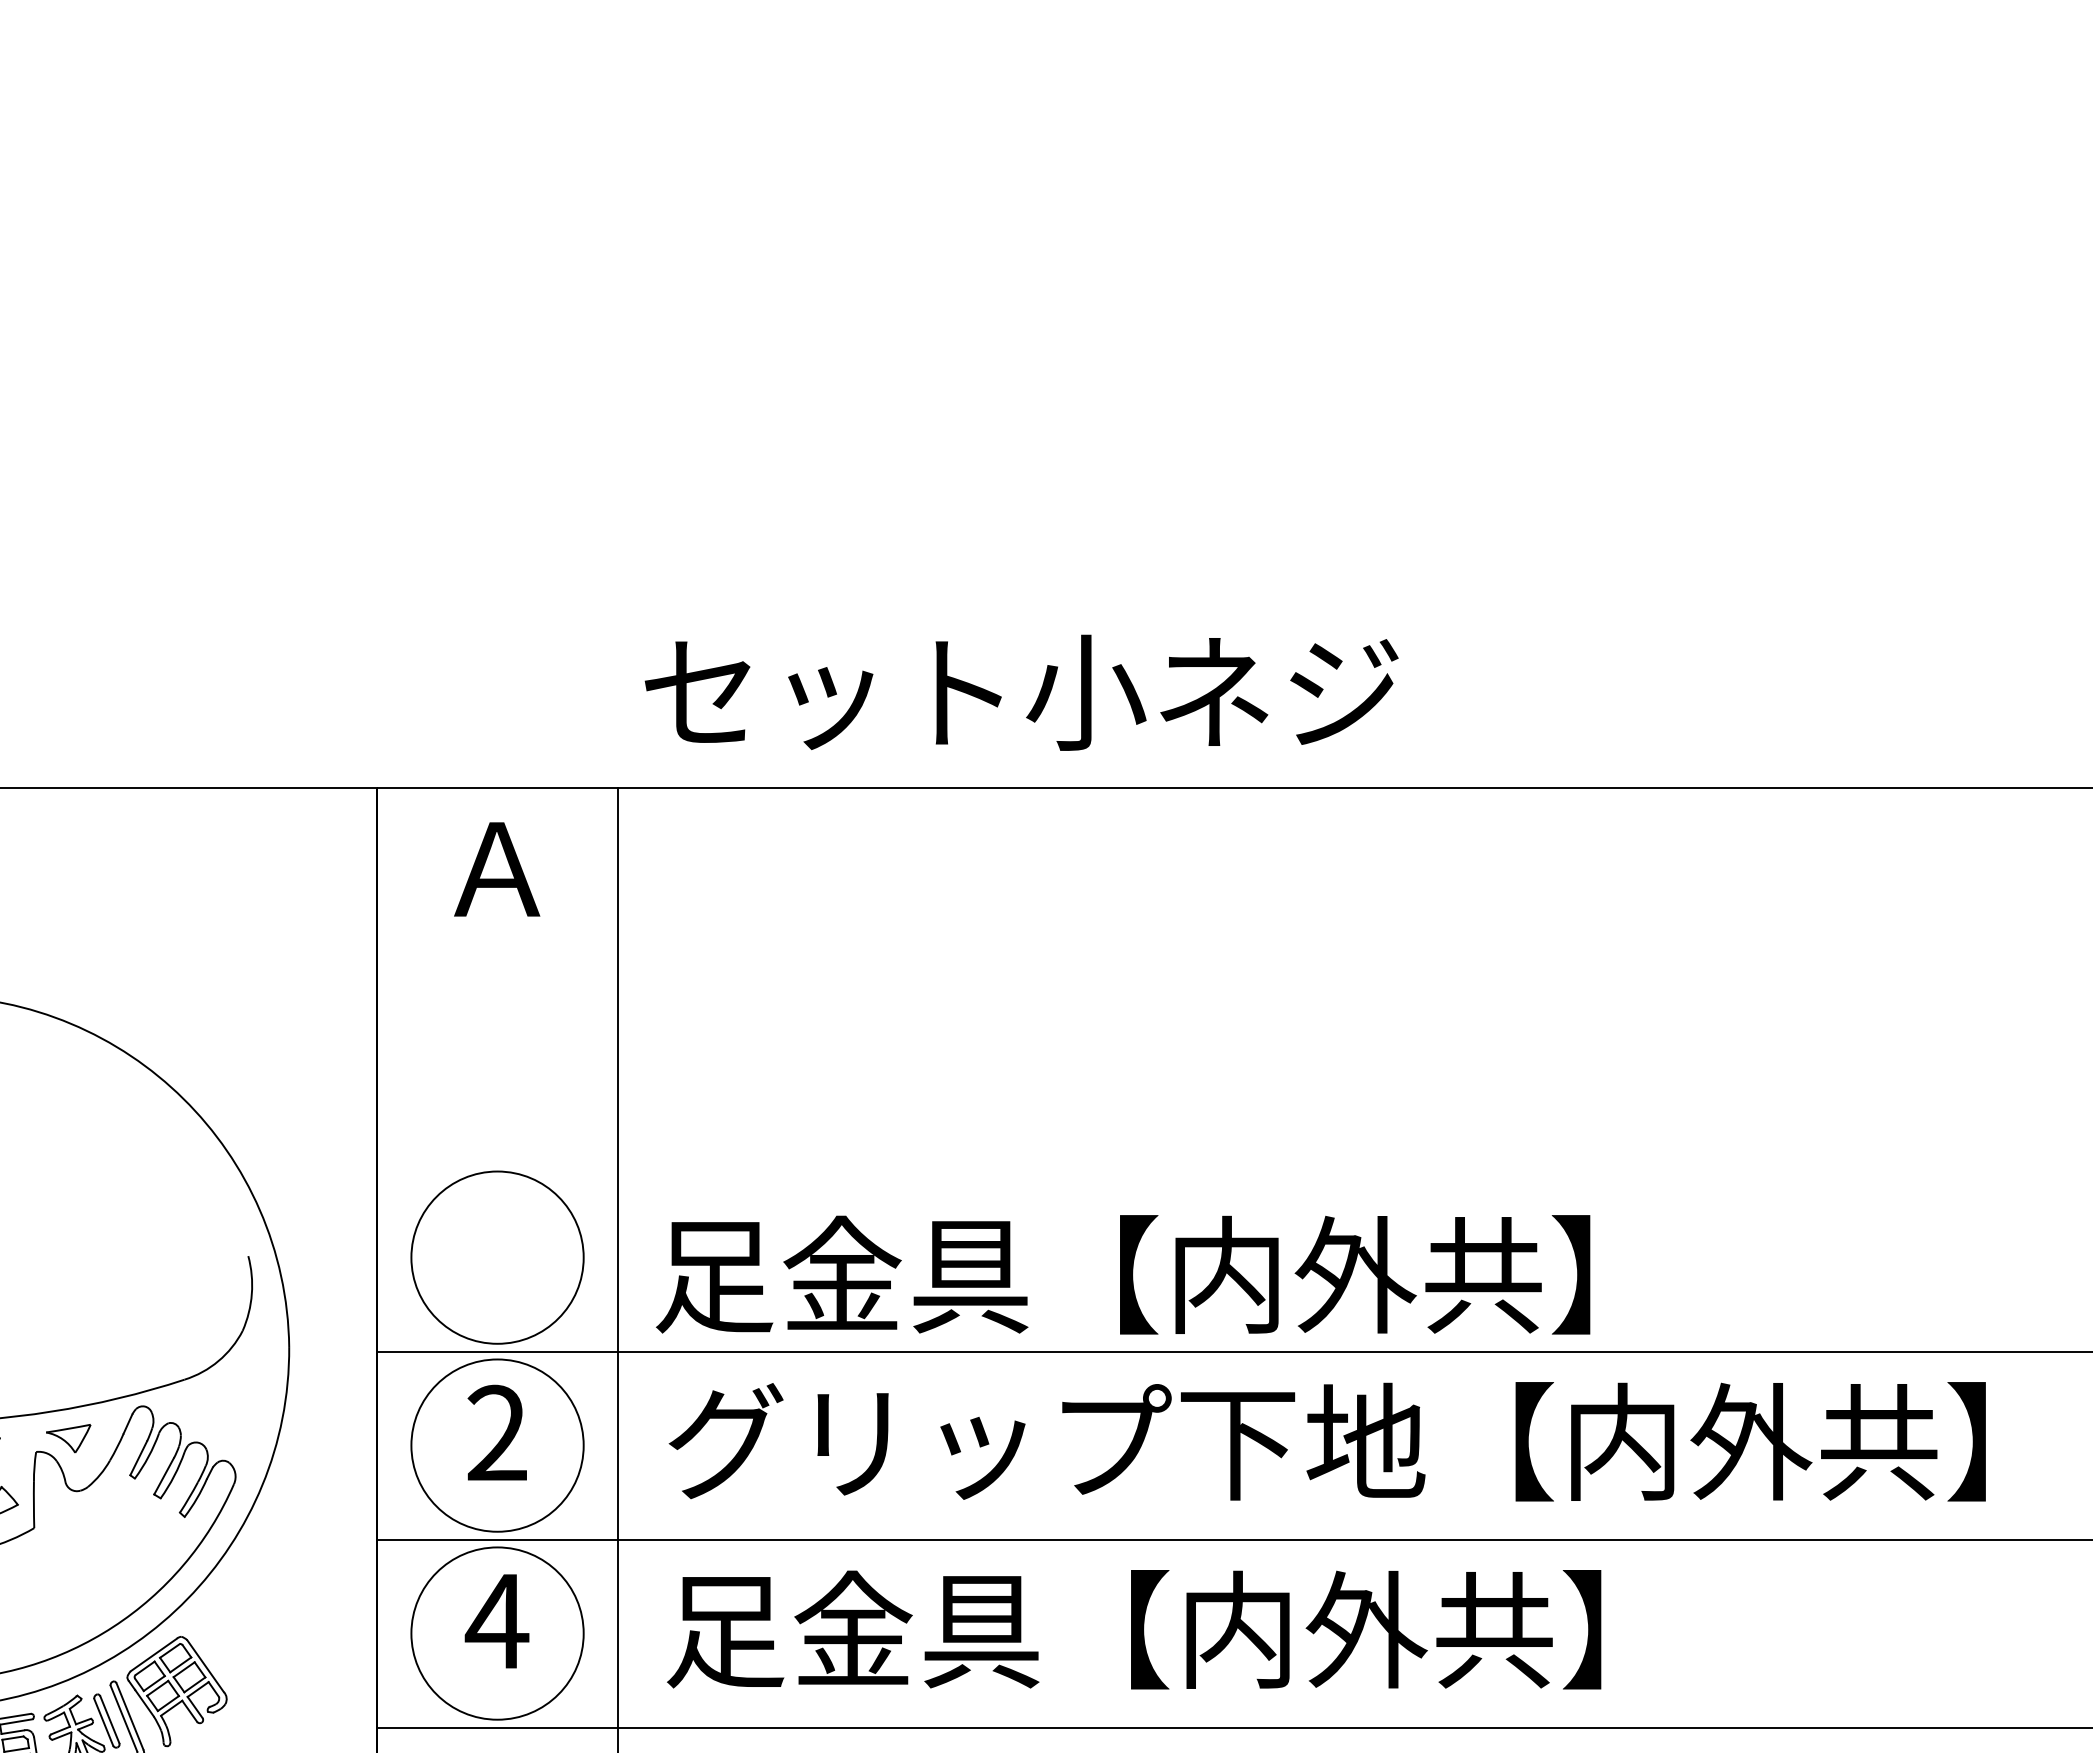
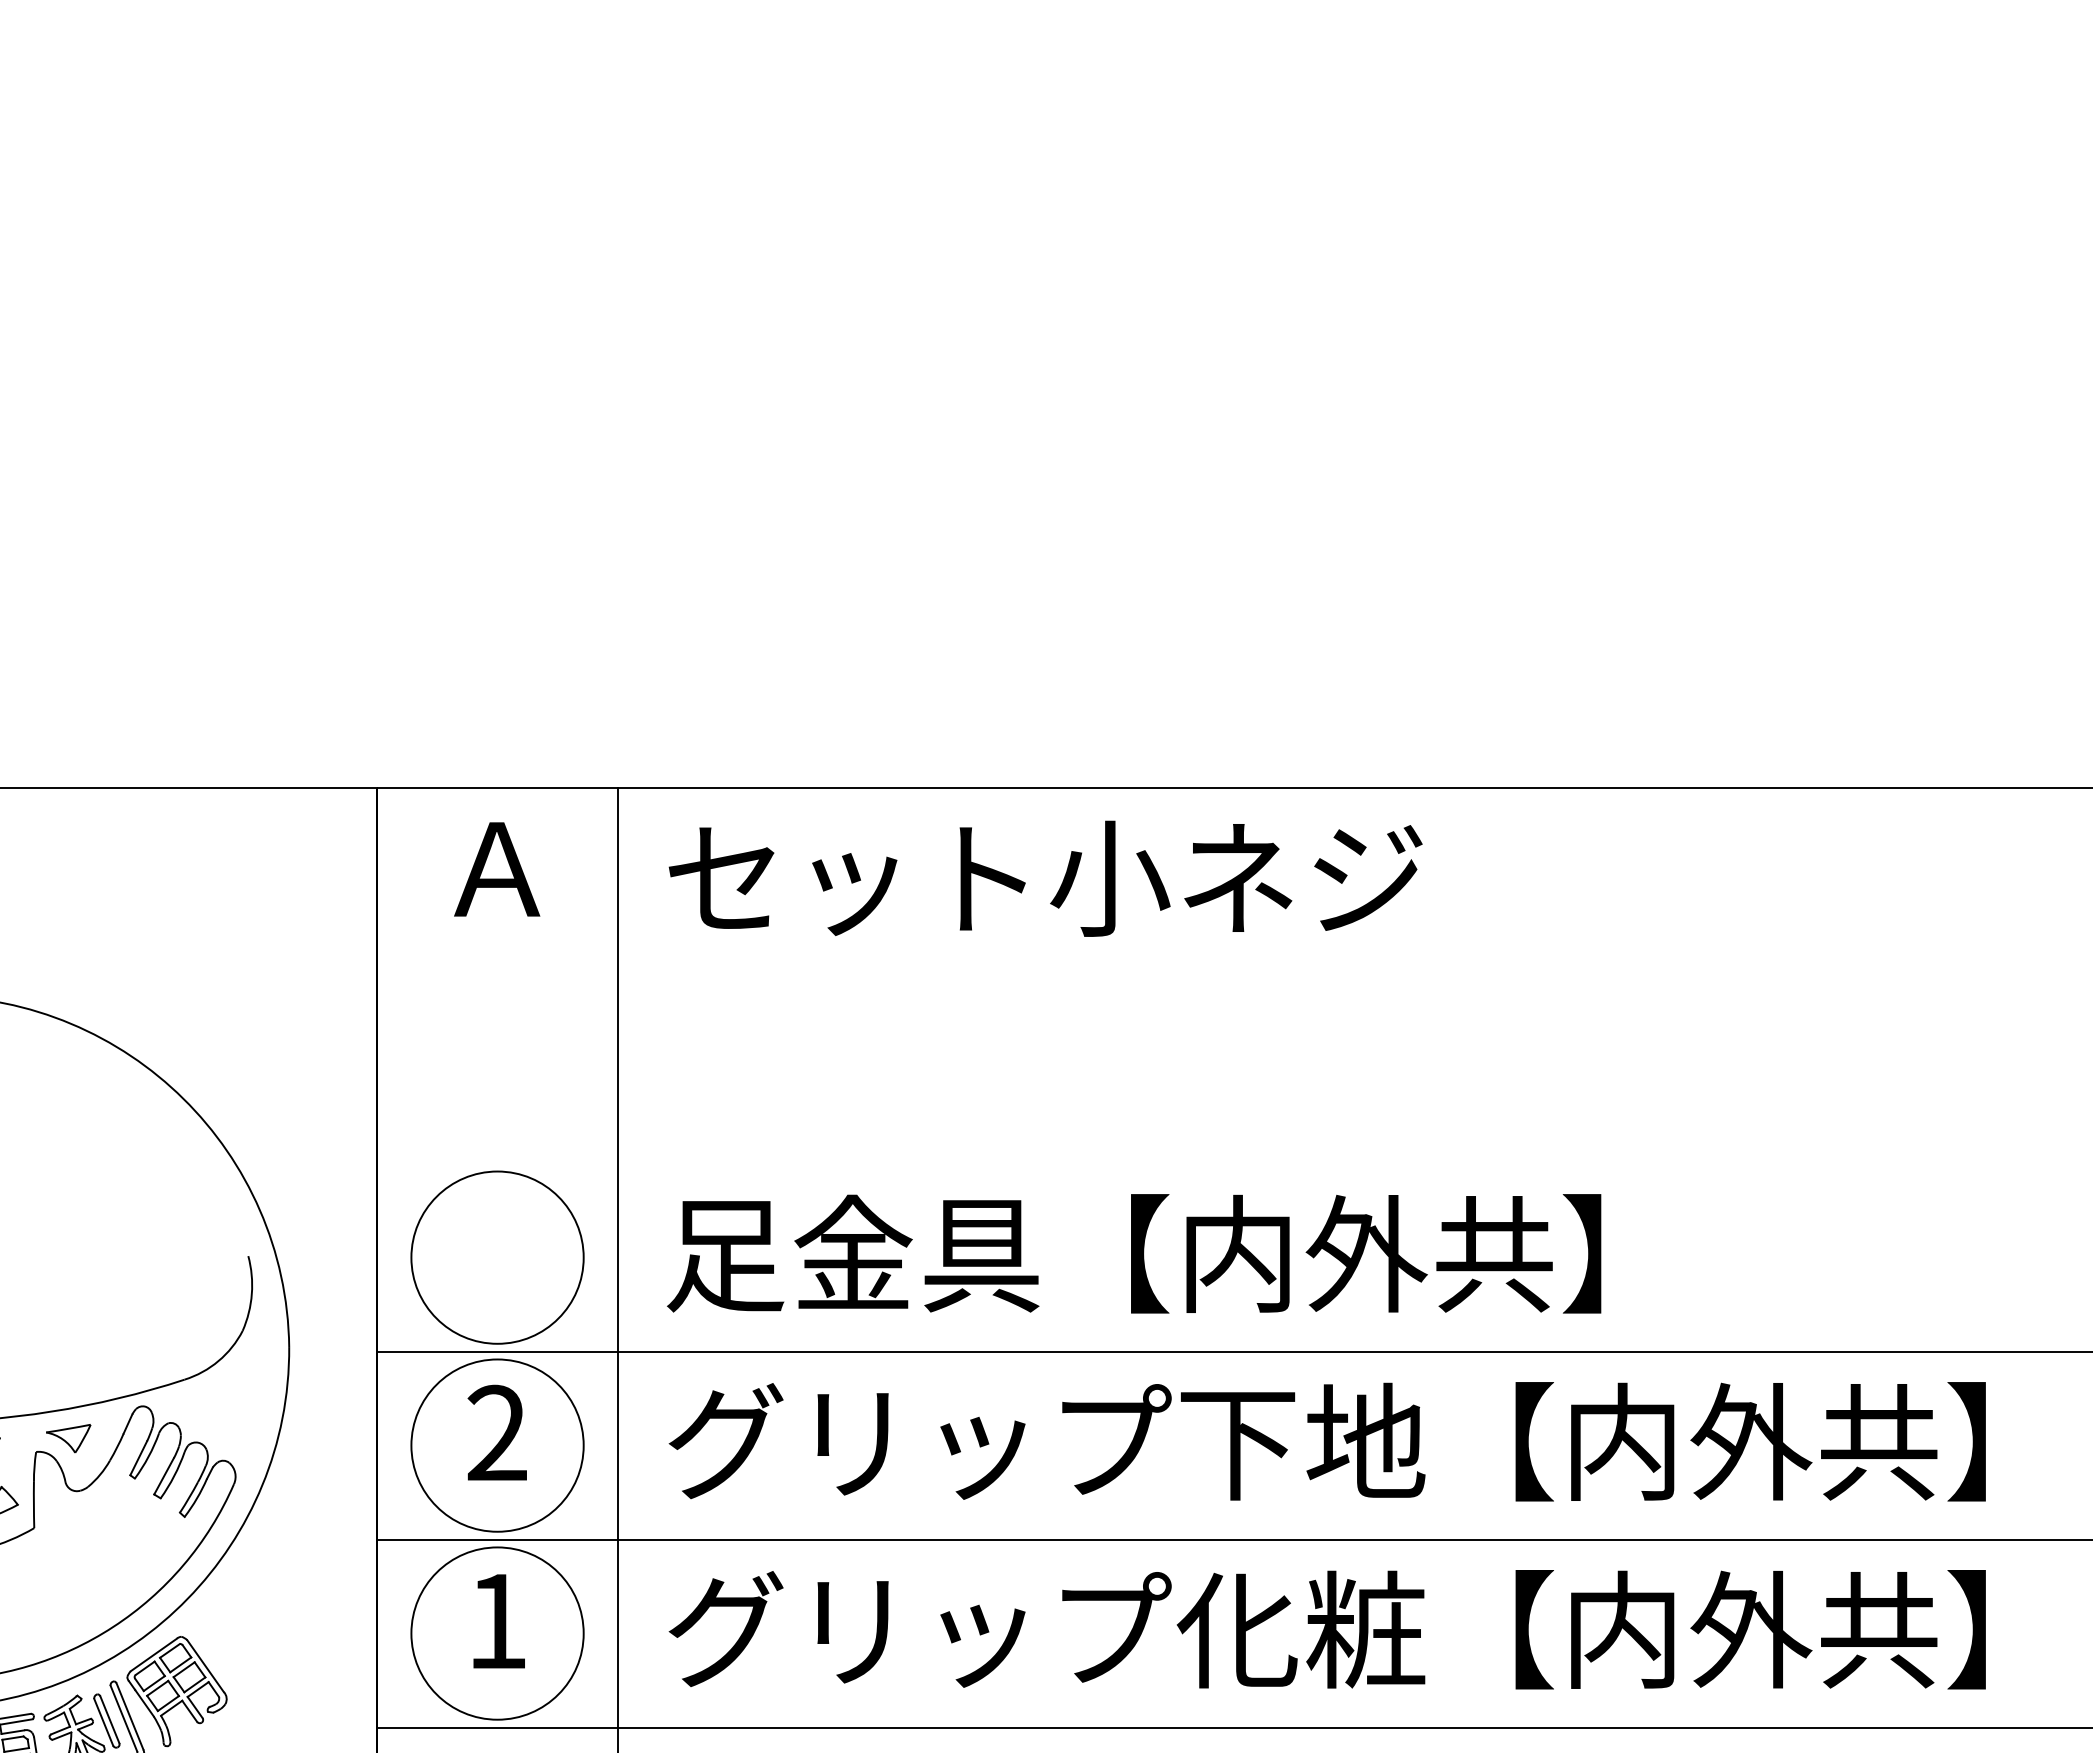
text at (1021, 692) position: (1021, 692) -> (1045, 878)
text at (1123, 1274) position: (1123, 1274) -> (1134, 1253)
text at (496, 1621): 4 -> 1
text at (1326, 1629): 足金具【内外共】 -> グリップ化粧【内外共】
